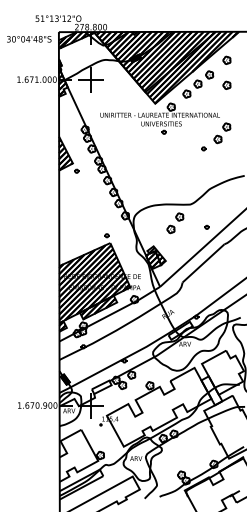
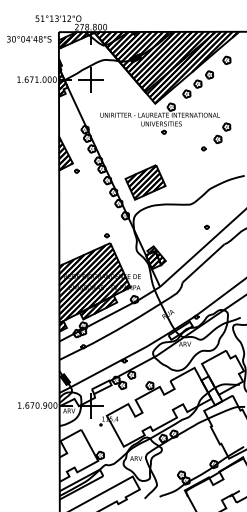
part at (226, 84): present -> none
part at (145, 182): none -> present
part at (175, 223): present -> none
